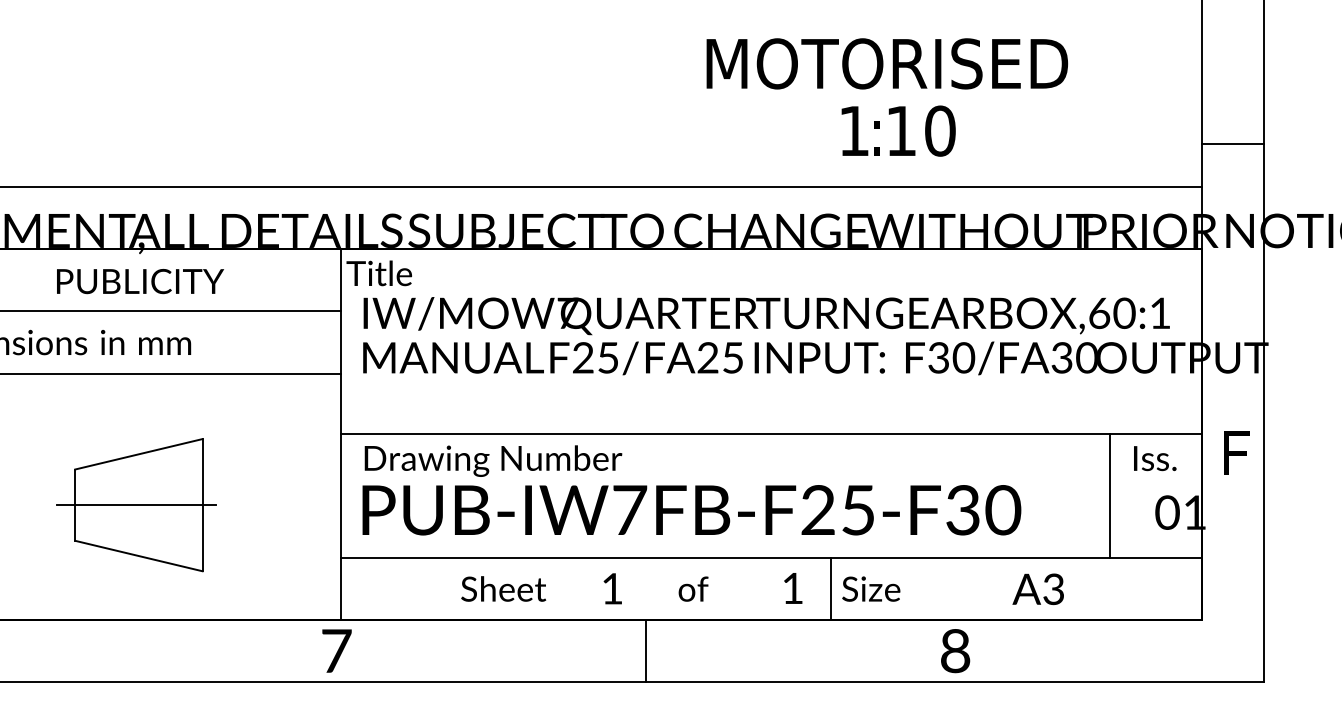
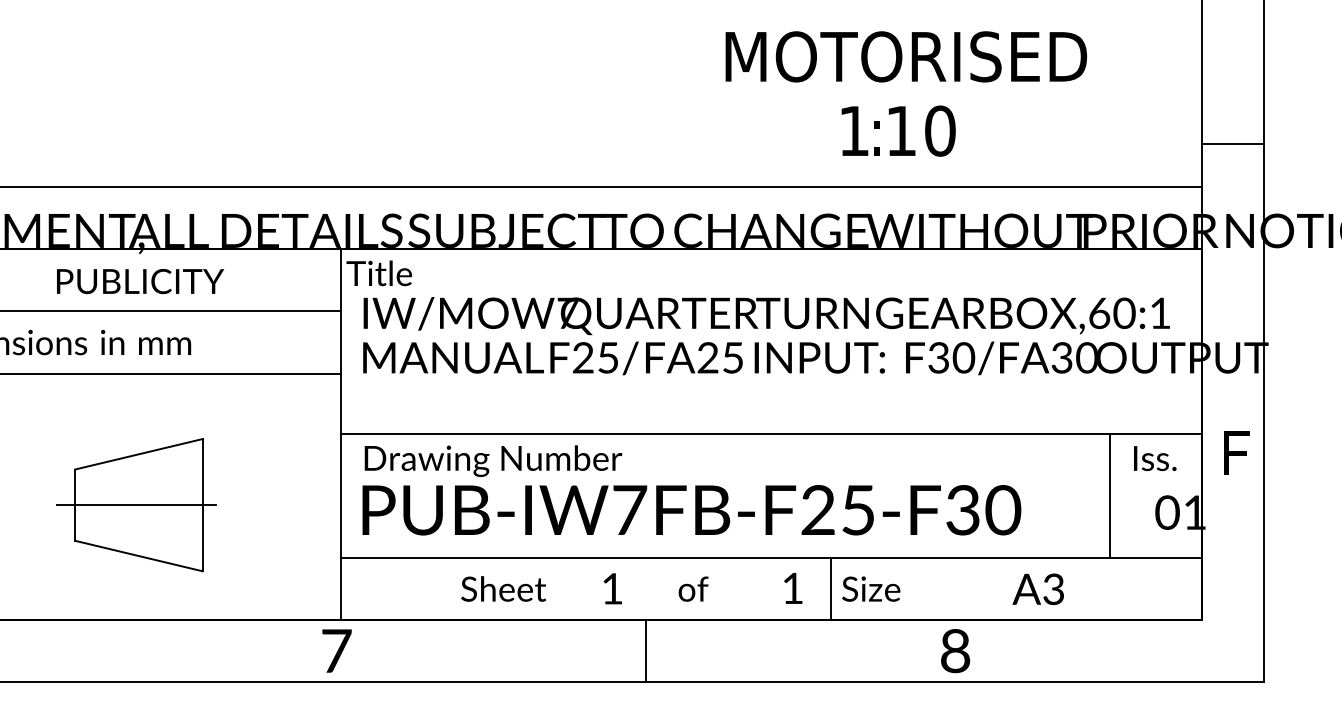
text at (887, 63) position: (887, 63) -> (906, 56)
